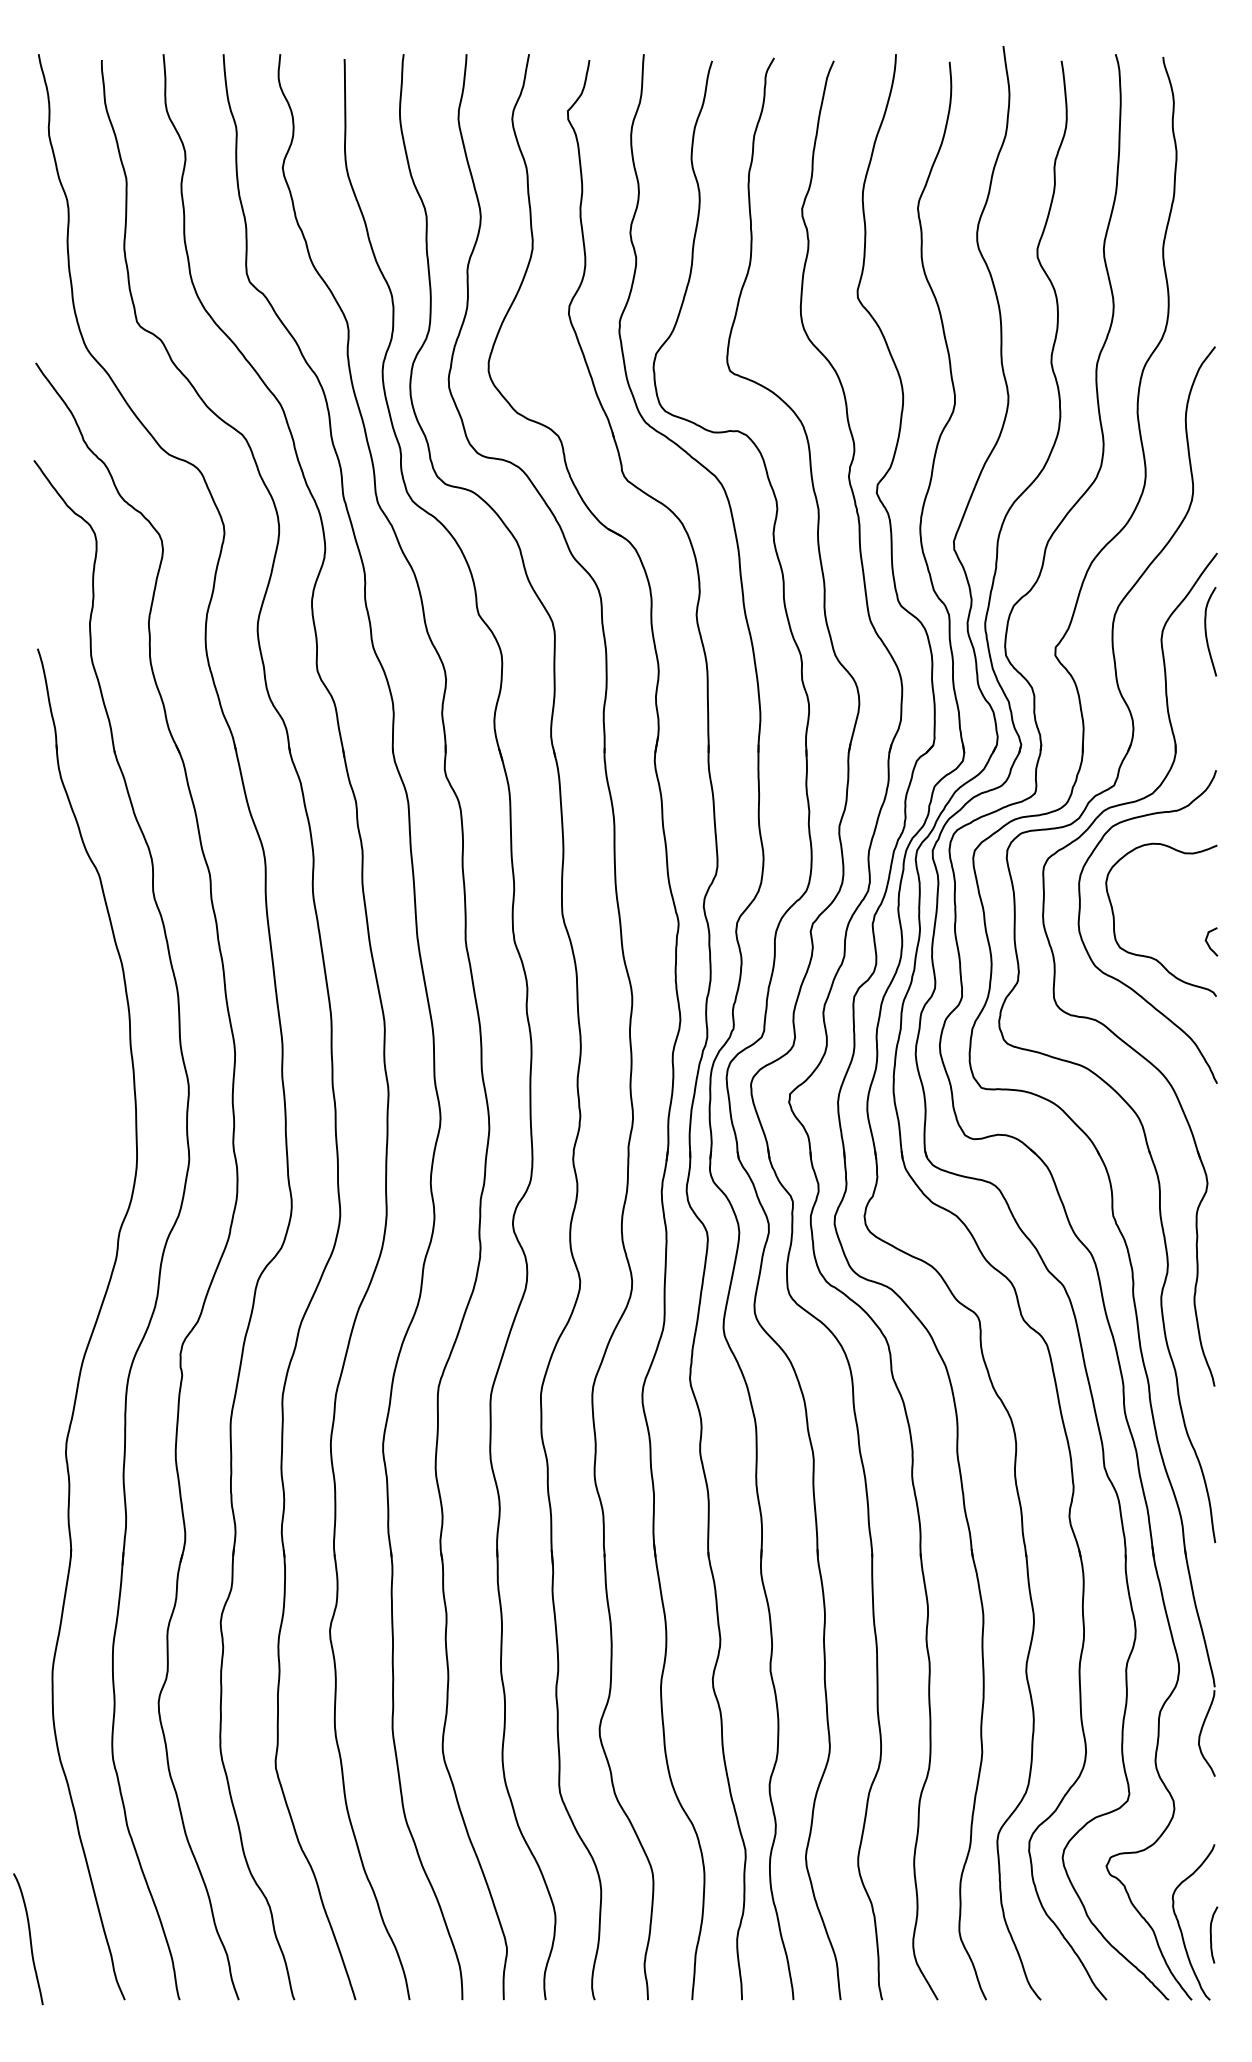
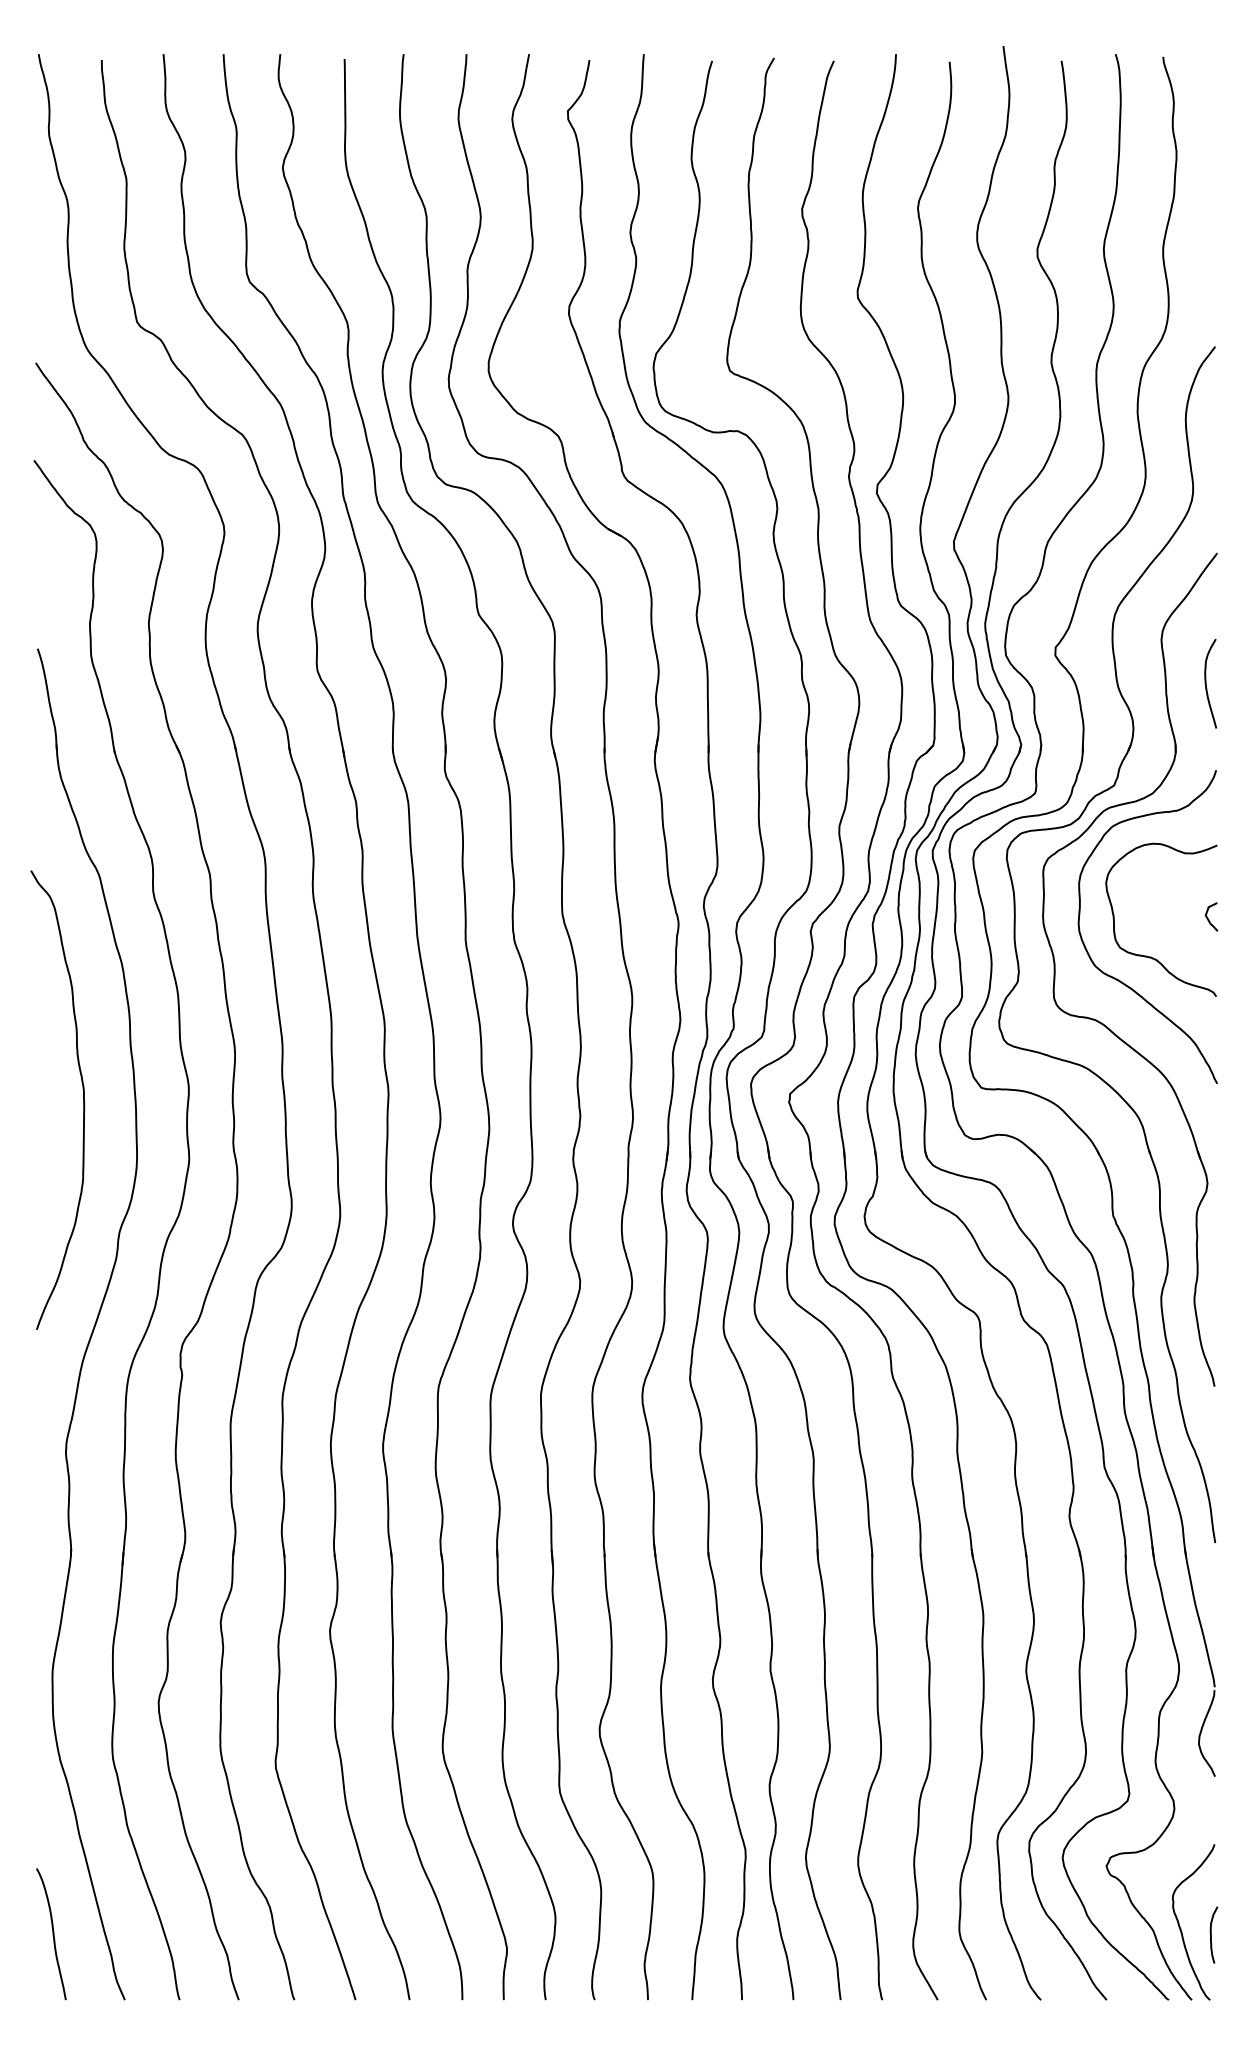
curve at (1206, 631) position: (1206, 631) -> (1206, 683)
curve at (1208, 943) position: (1208, 943) -> (1208, 918)
curve at (83, 1099): none -> present
curve at (29, 1939) position: (29, 1939) -> (52, 1934)
